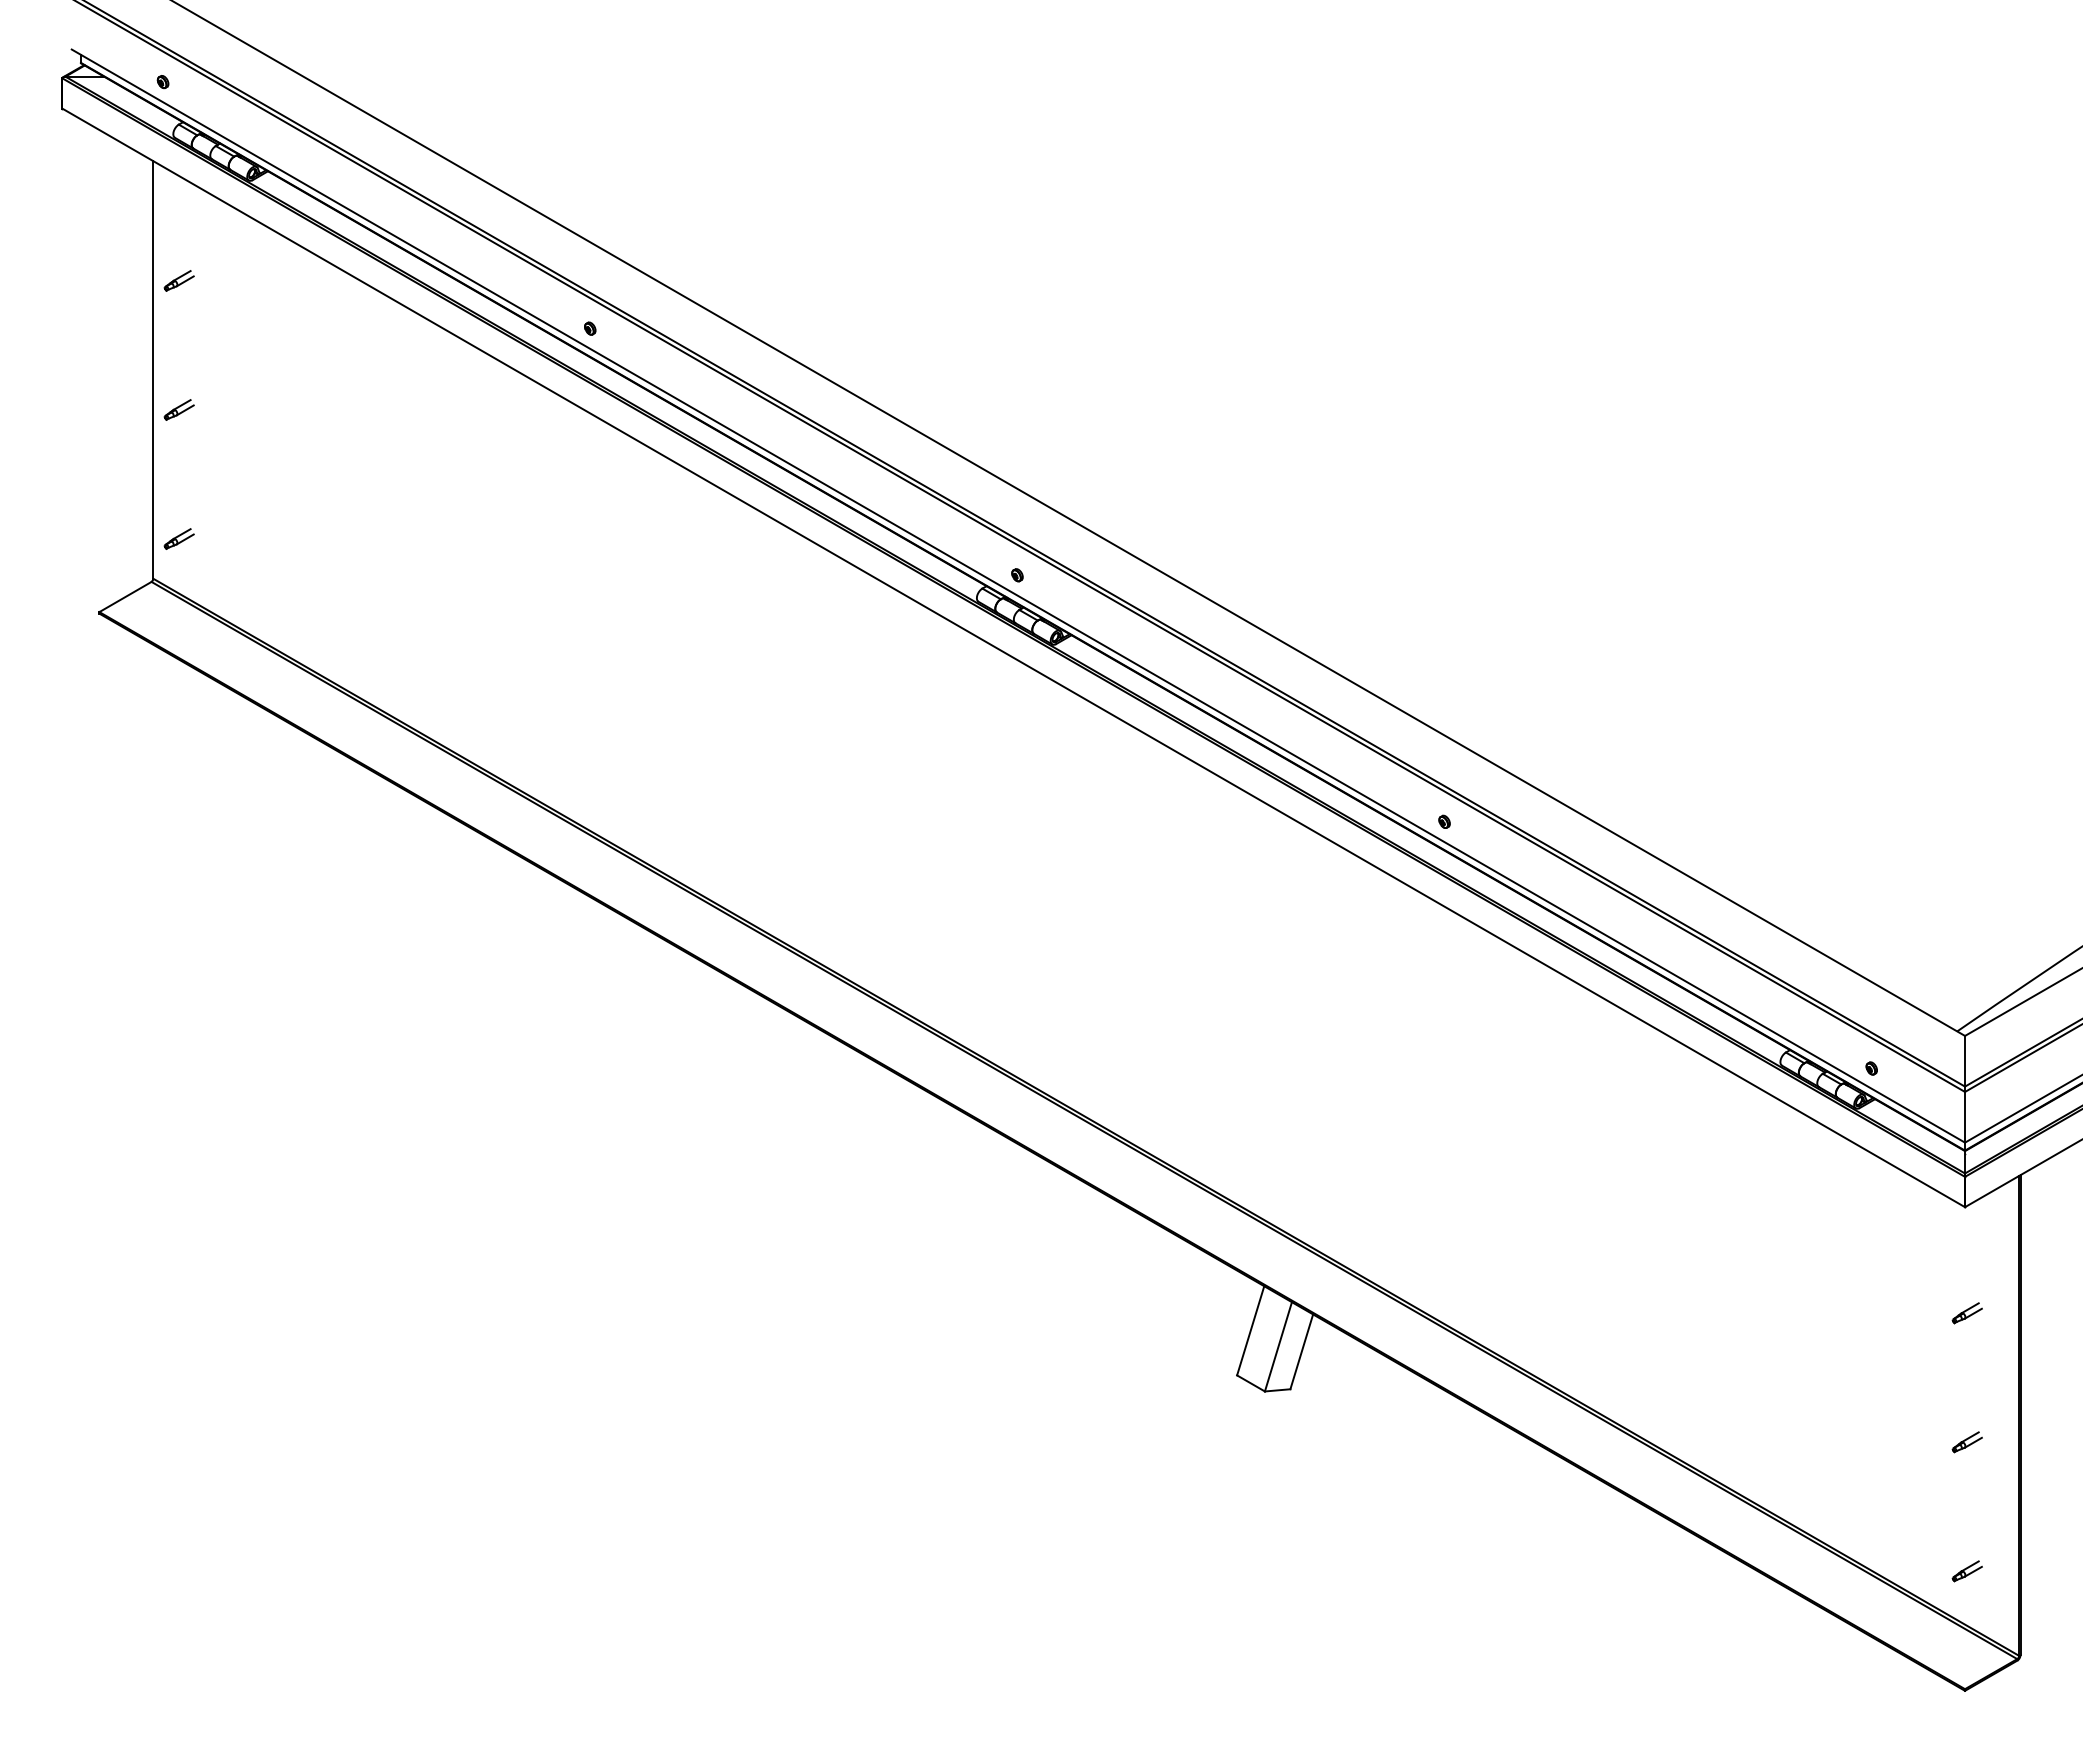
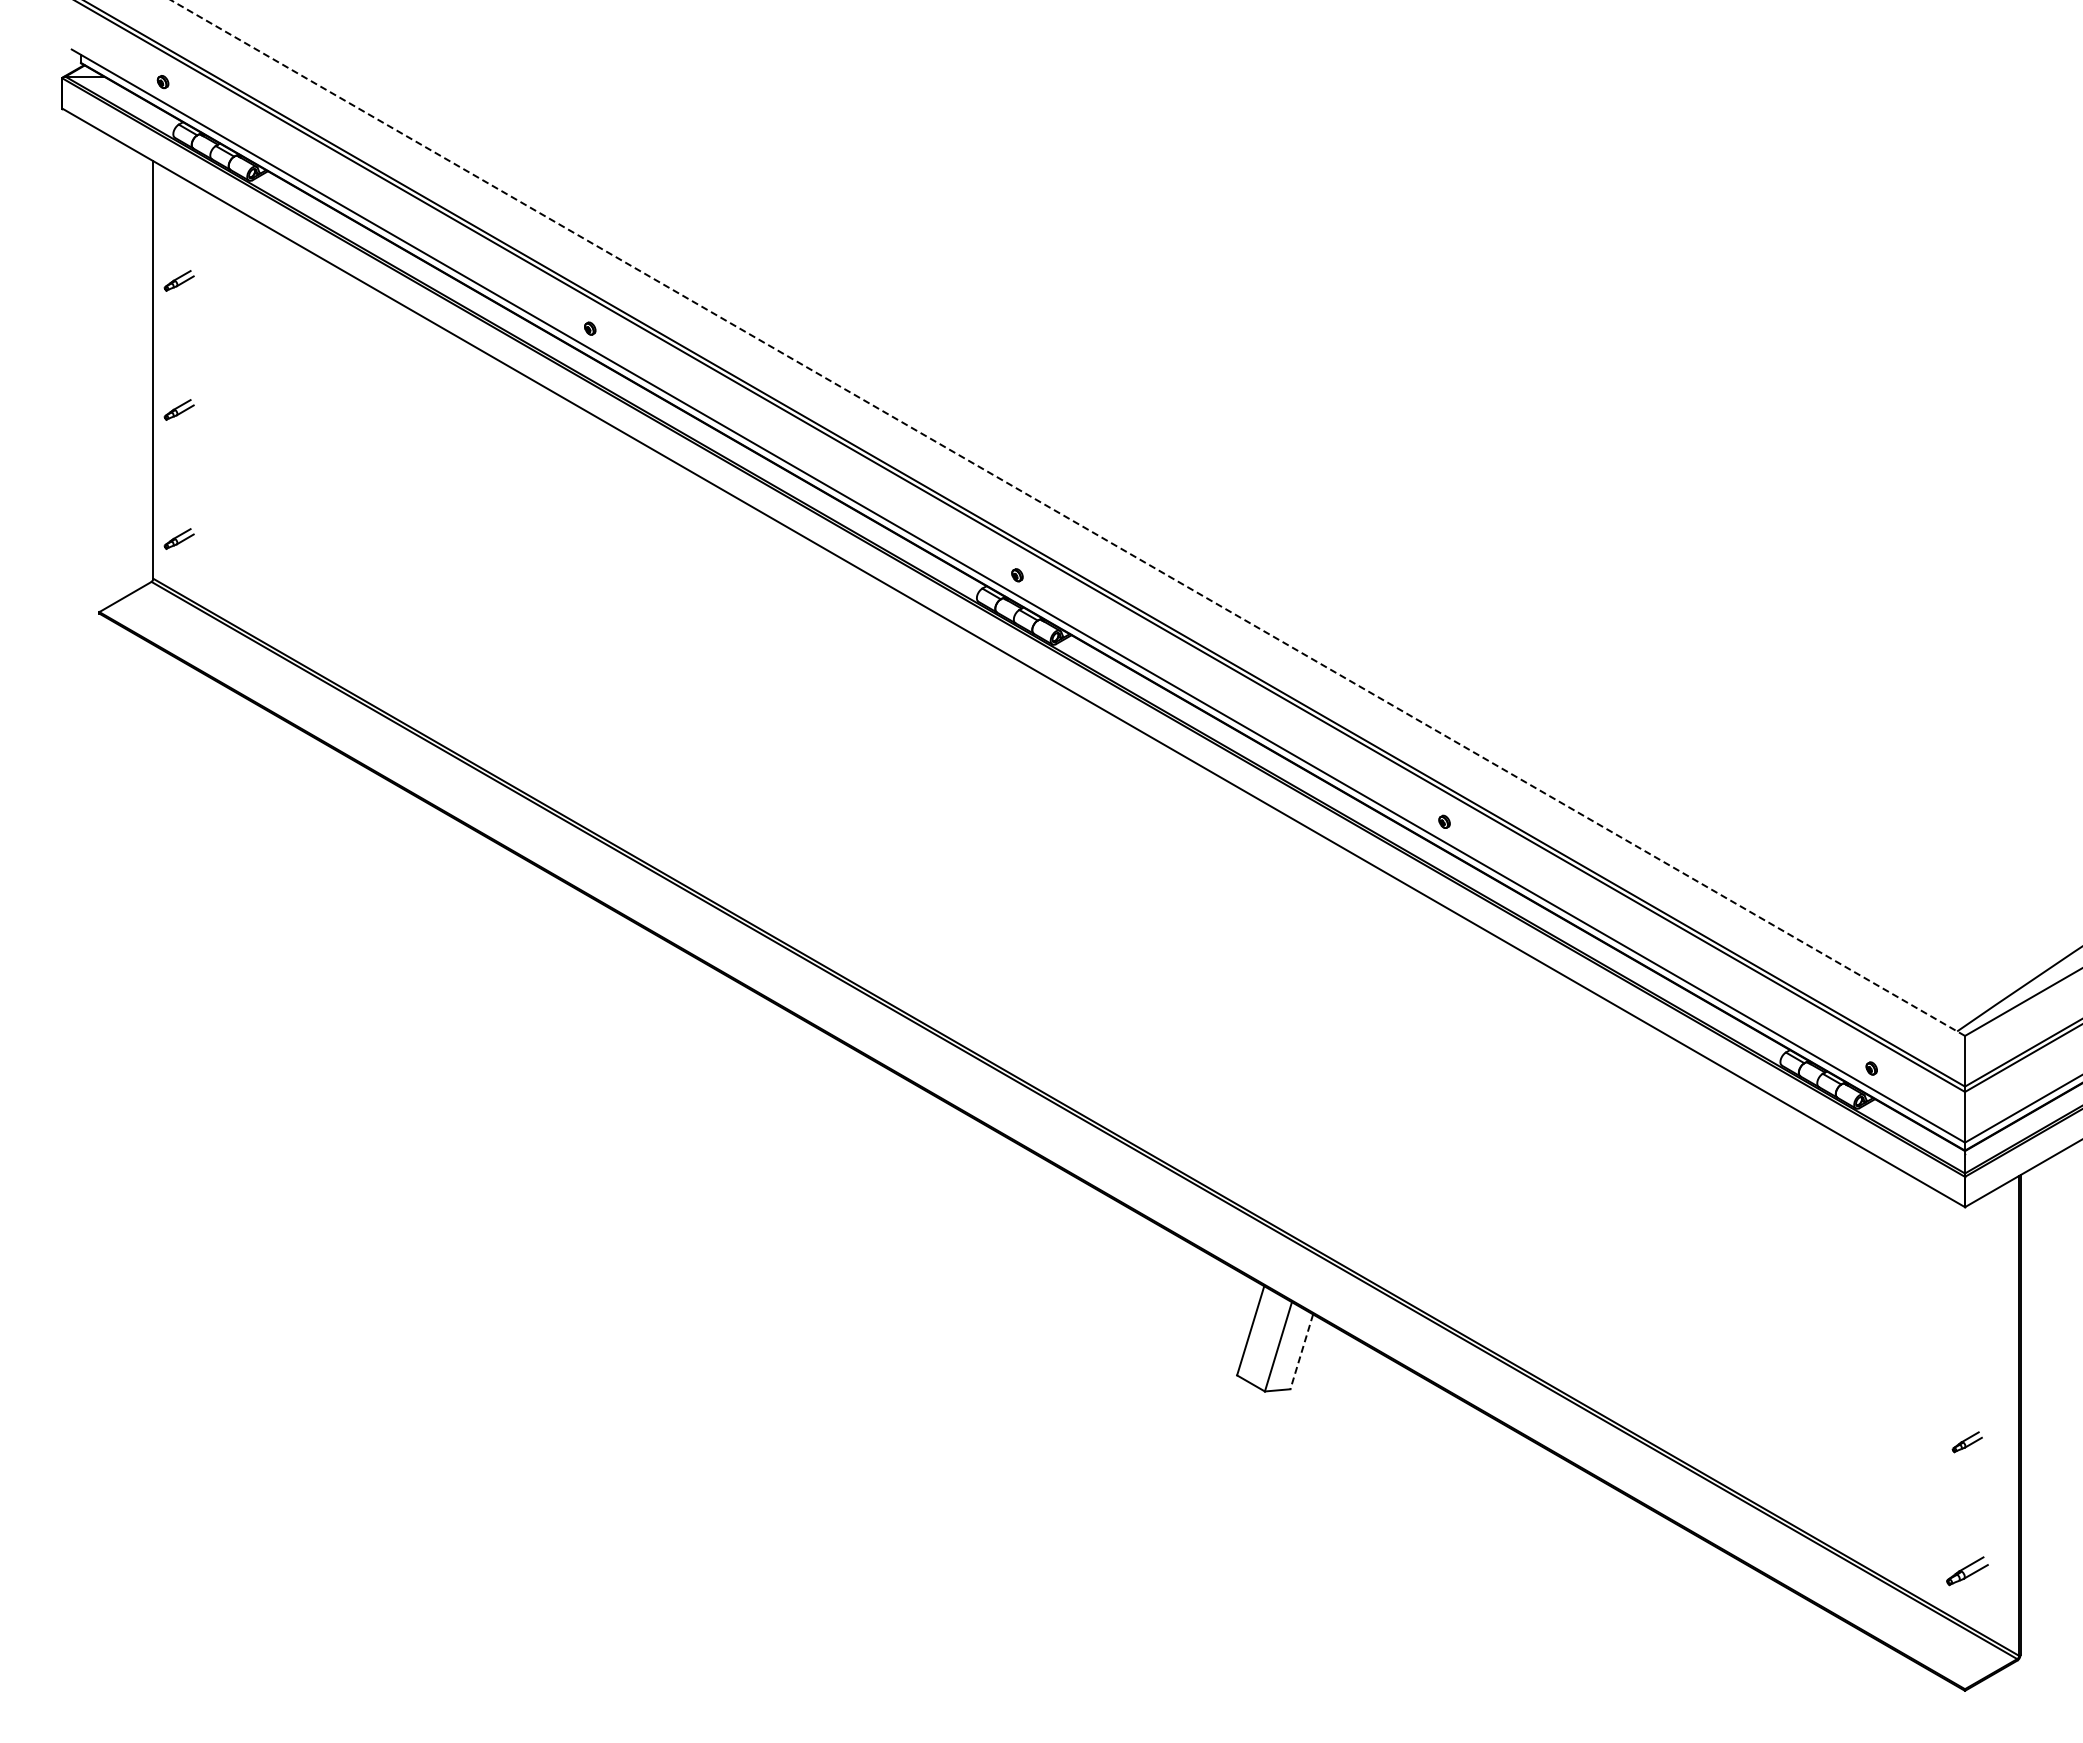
line at (1068, 518): solid -> dashed
part at (1966, 1313): present -> none
line at (1301, 1352): solid -> dashed
part at (1966, 1571) size: 32x23 px -> 43x31 px
